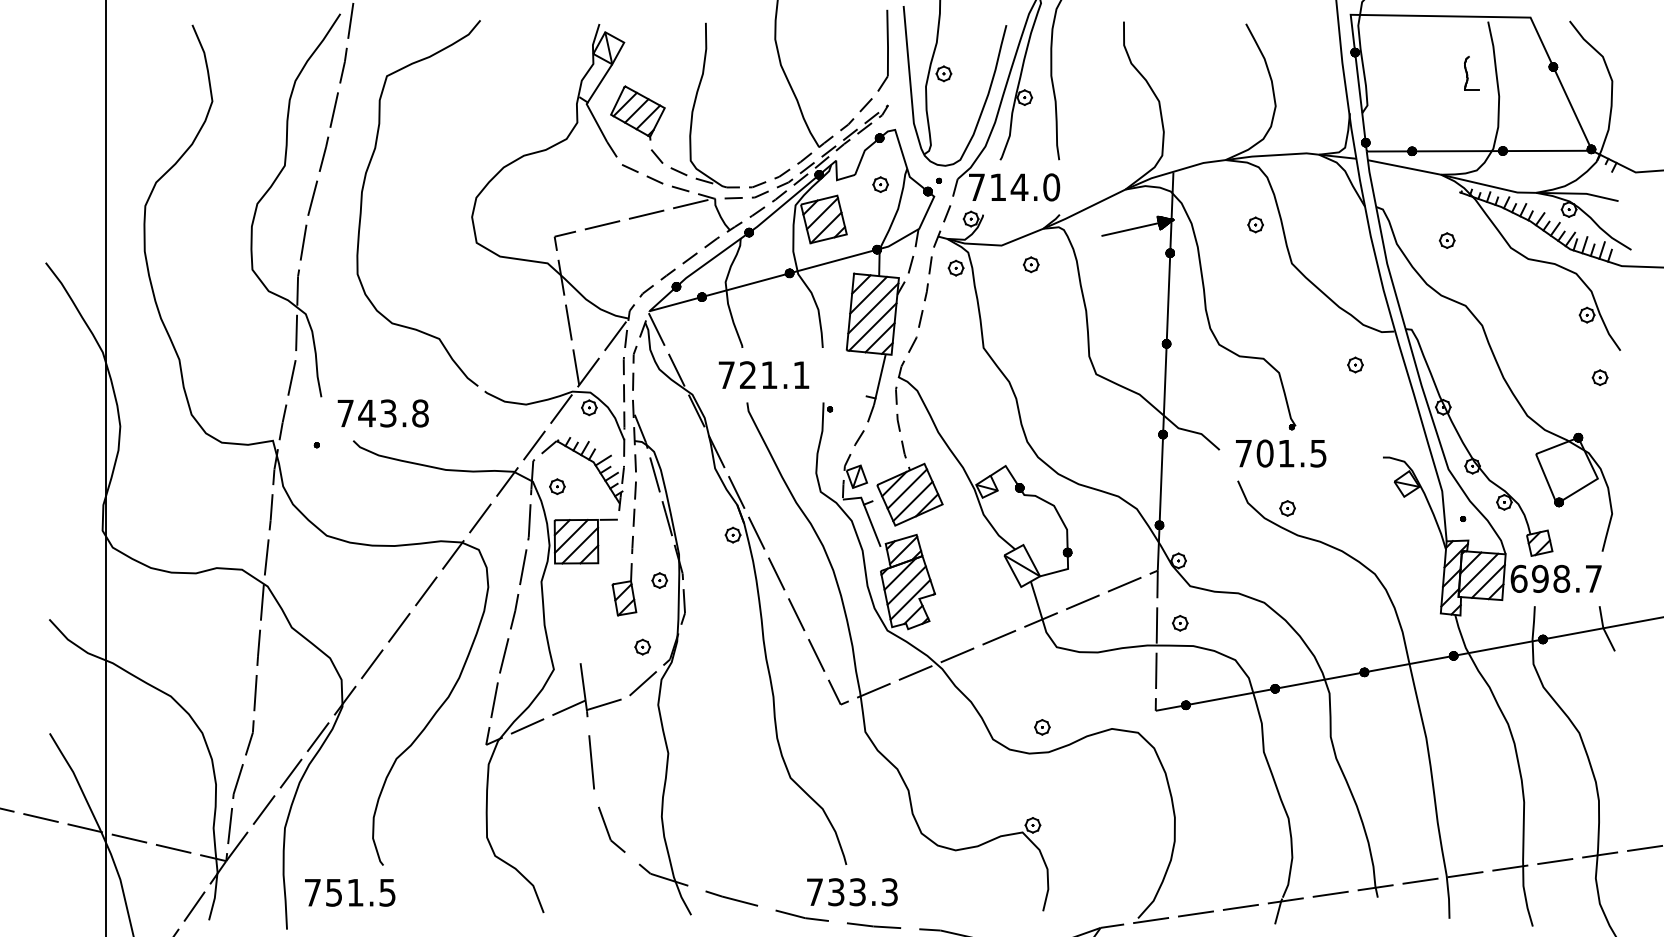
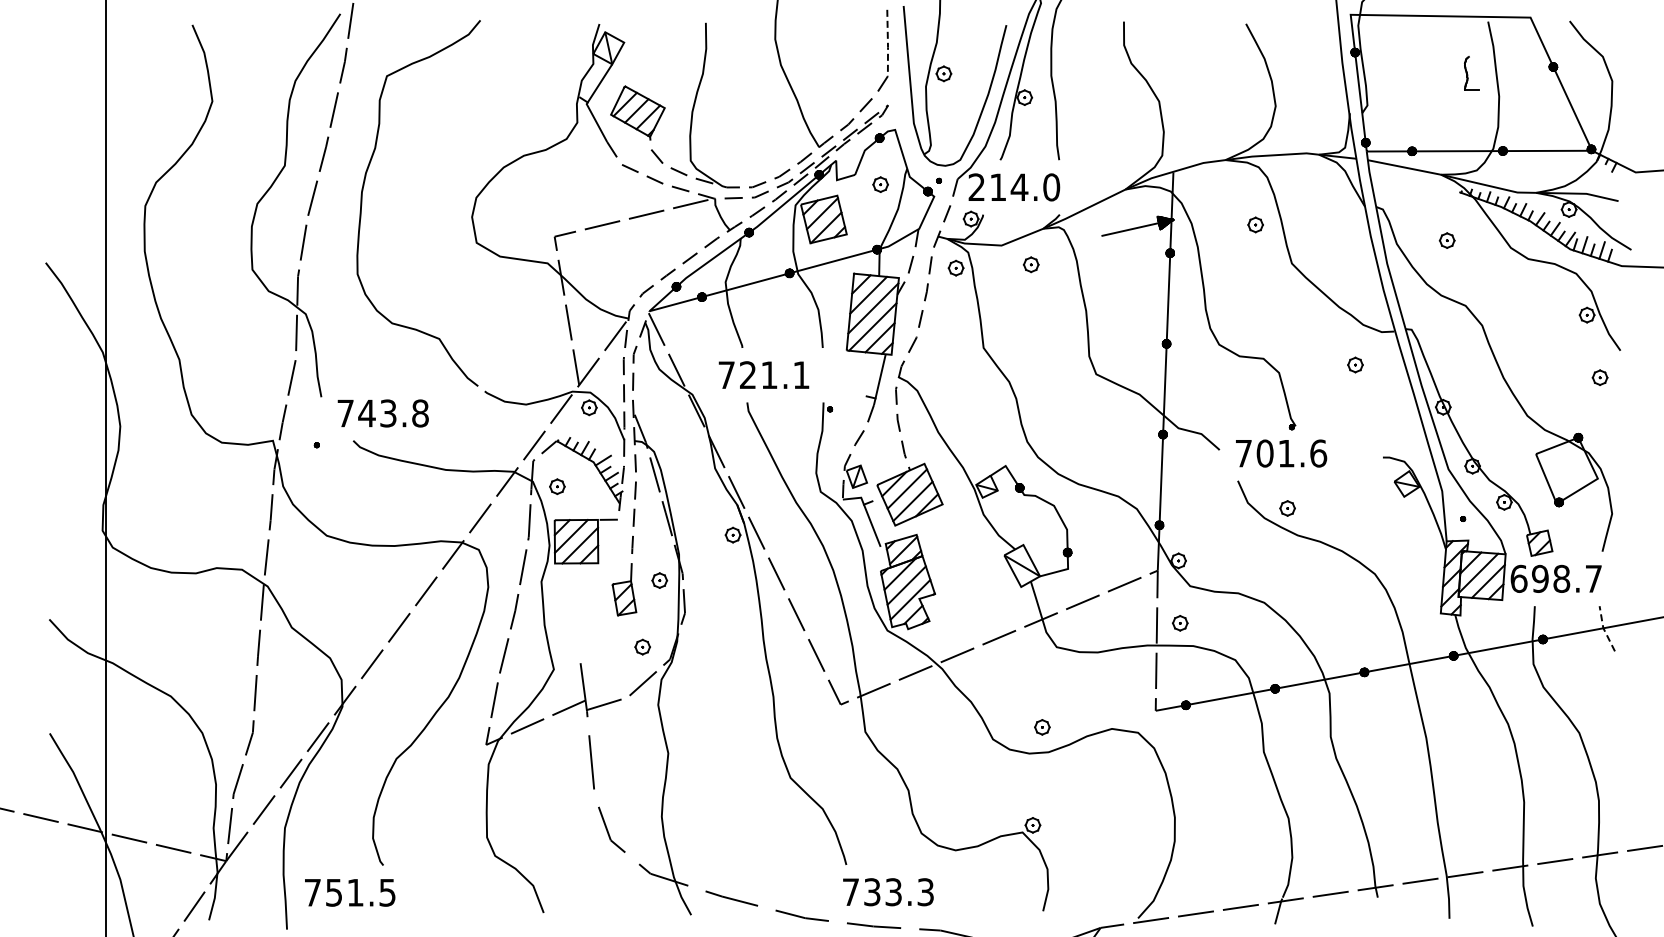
line at (887, 43): solid -> dashed
text at (976, 186): 714.0 -> 214.0
text at (1318, 453): 701.5 -> 701.6
line at (1603, 628): solid -> dashed
text at (852, 892) position: (852, 892) -> (888, 892)
